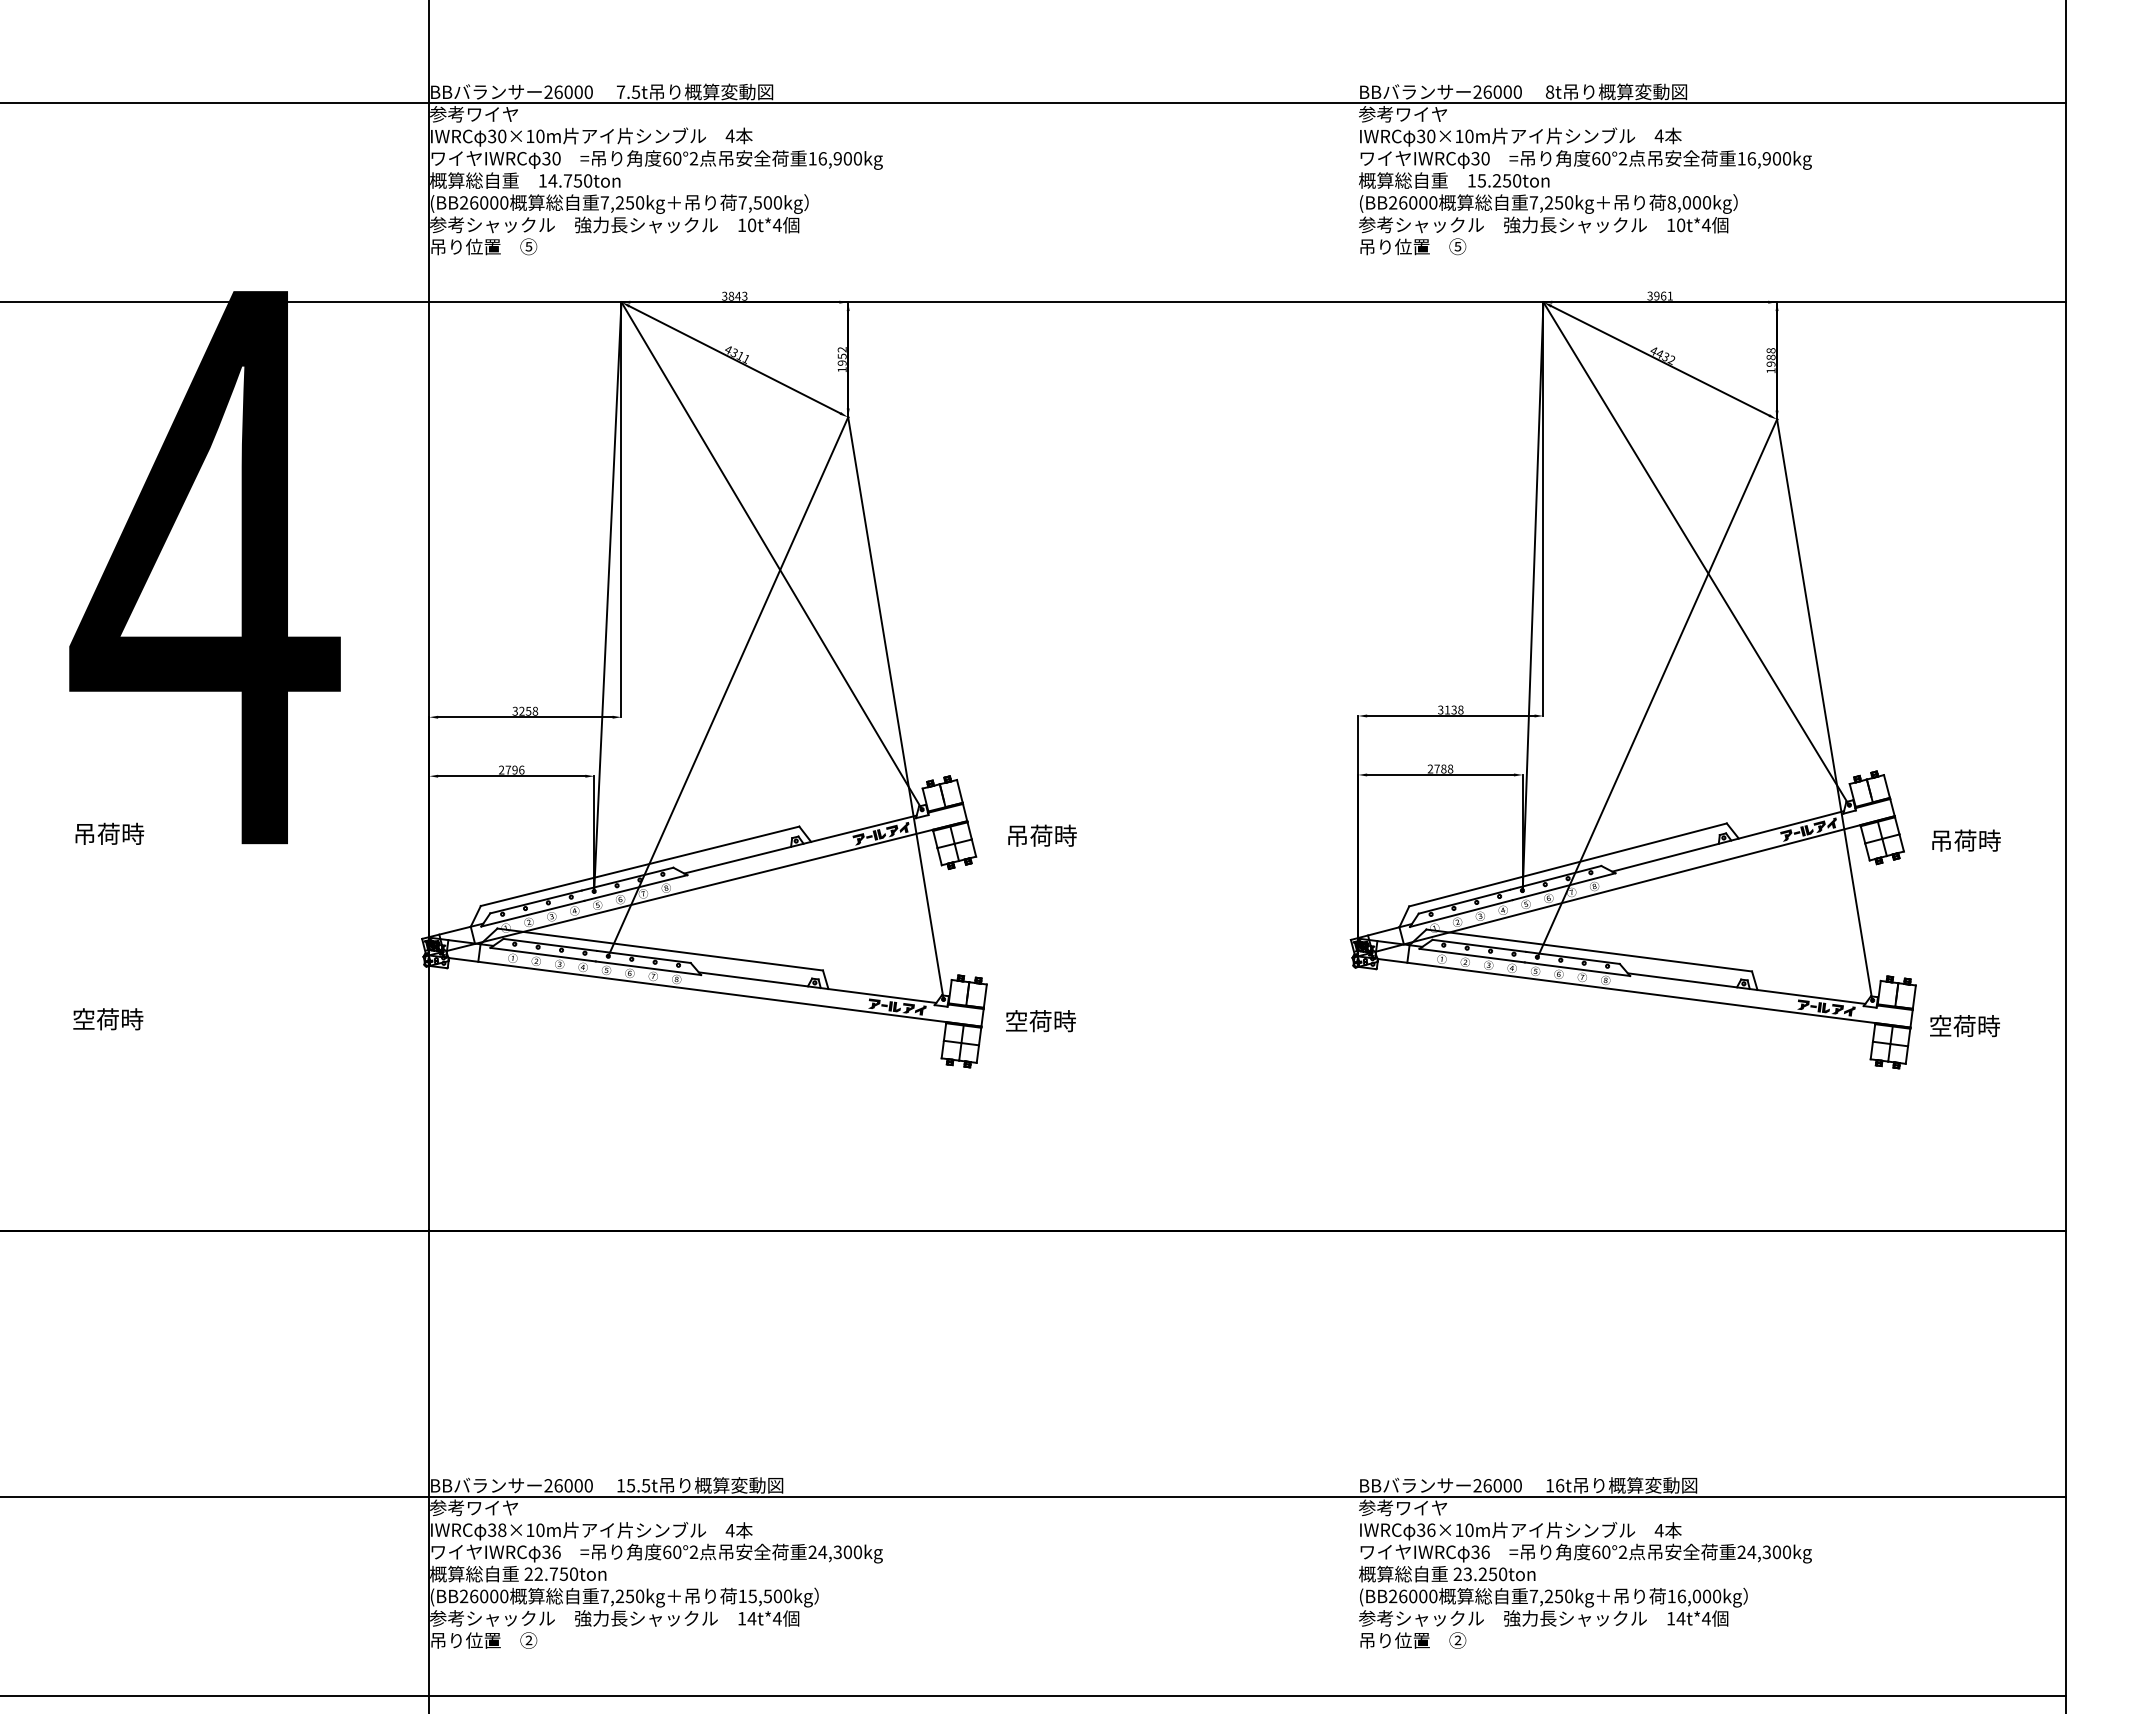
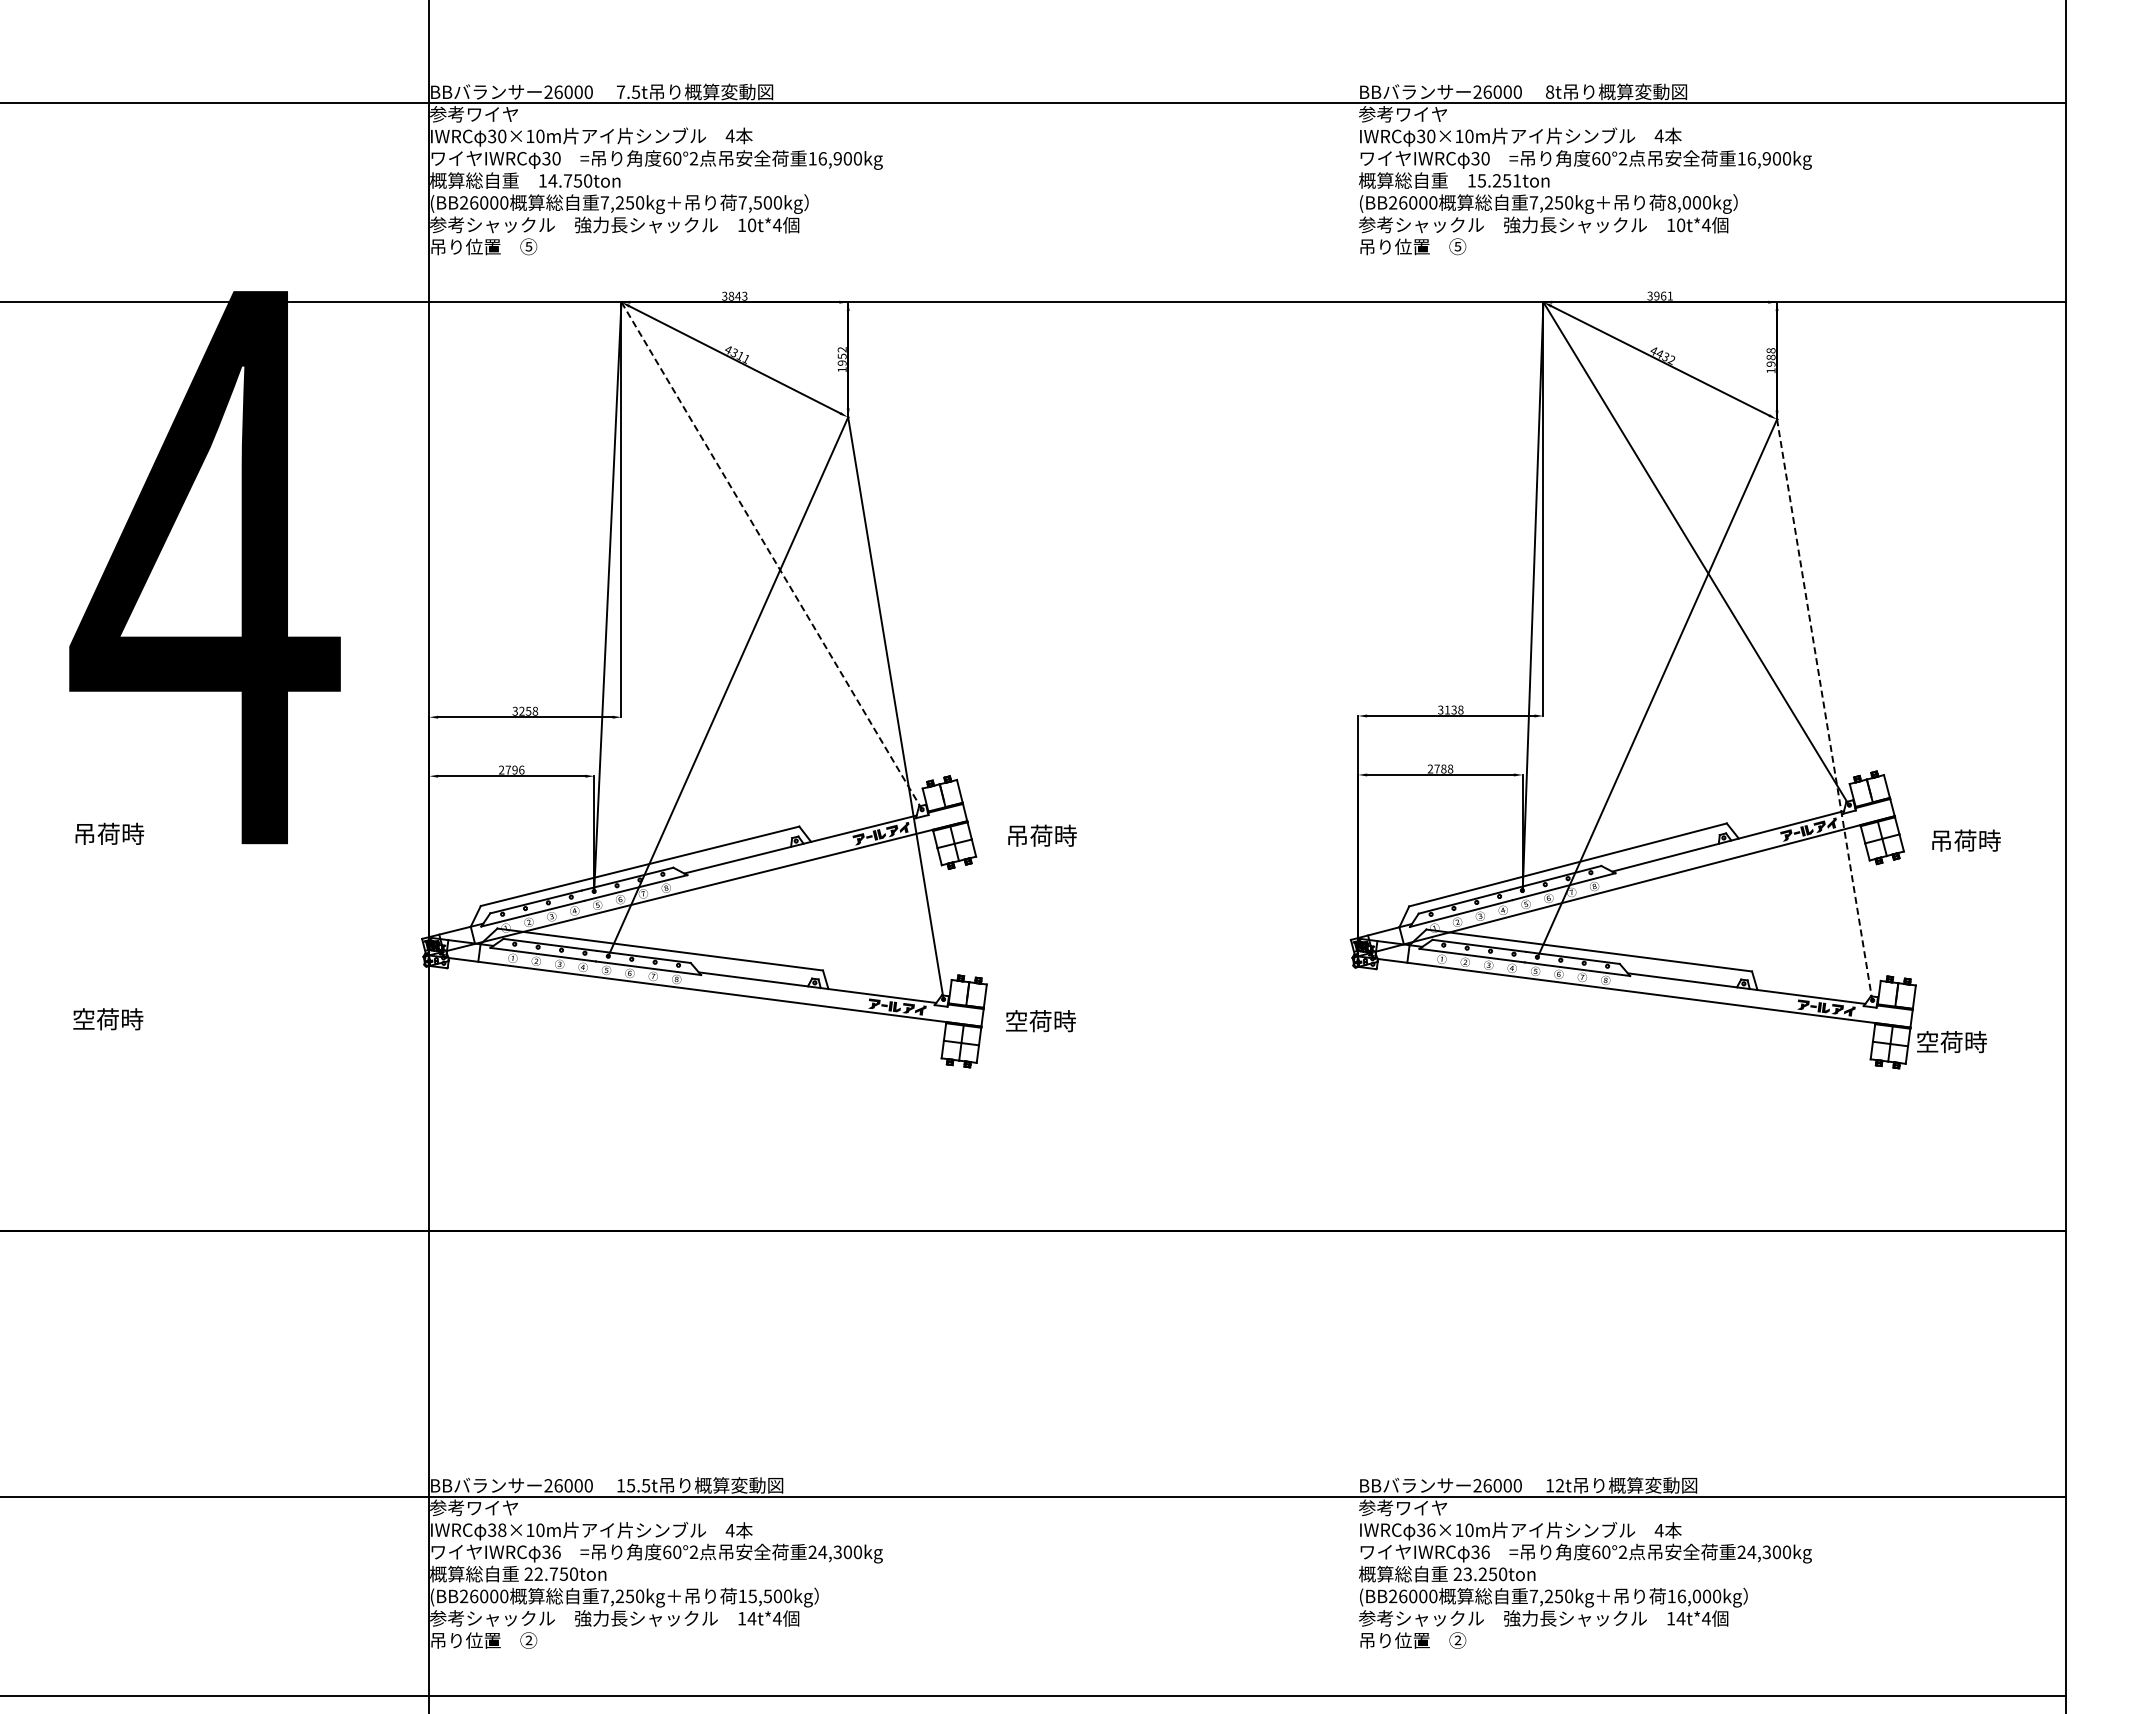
text at (1517, 180): 15.250ton -> 15.251ton
line at (771, 555): solid -> dashed
line at (1824, 710): solid -> dashed
text at (1965, 1026) position: (1965, 1026) -> (1952, 1042)
text at (1560, 1485): 16t -> 12t
